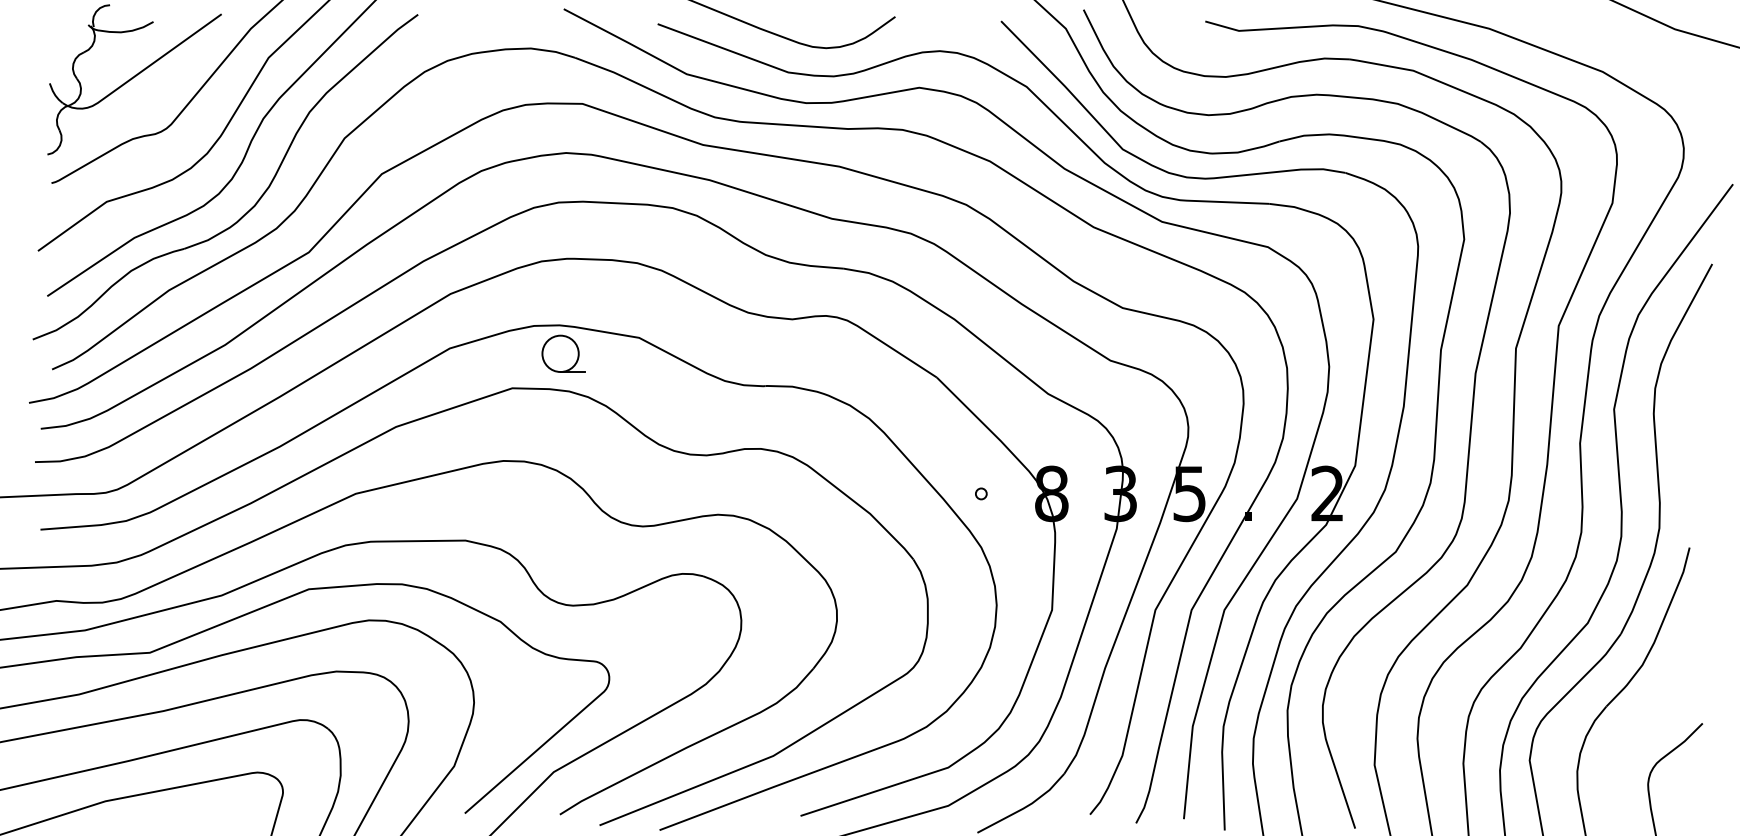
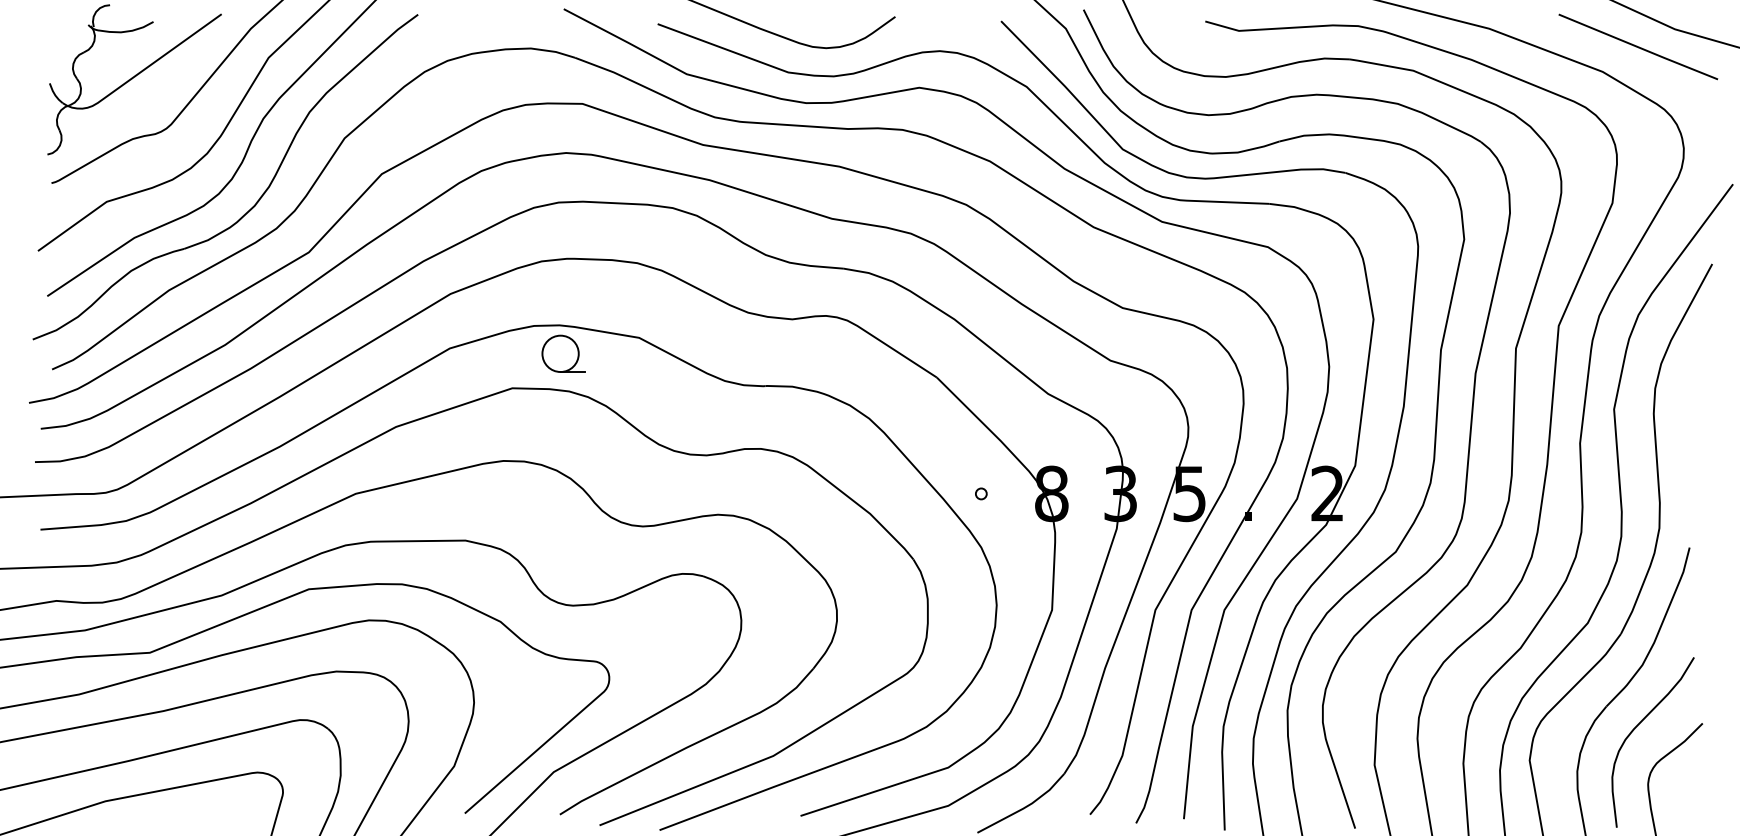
line at (1638, 46): none -> present
curve at (1634, 730): none -> present
